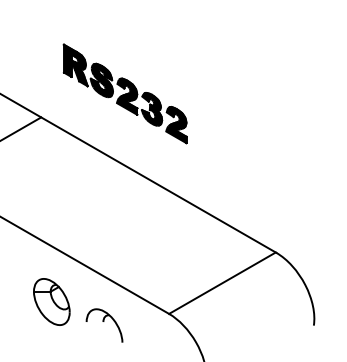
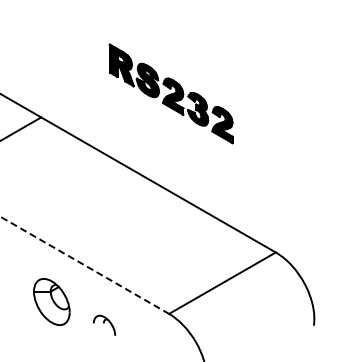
part at (124, 93) position: (124, 93) -> (170, 93)
line at (85, 265): solid -> dashed
part at (104, 325) size: 39x35 px -> 24x22 px
